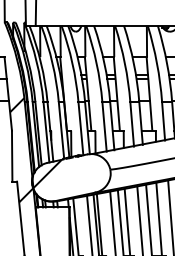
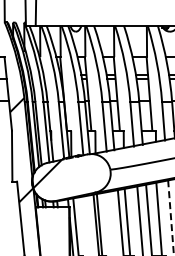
line at (171, 218): solid -> dashed
line at (112, 221): present -> none
line at (89, 224): present -> none
